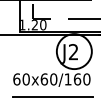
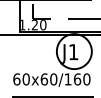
text at (73, 52): J2 -> J1
